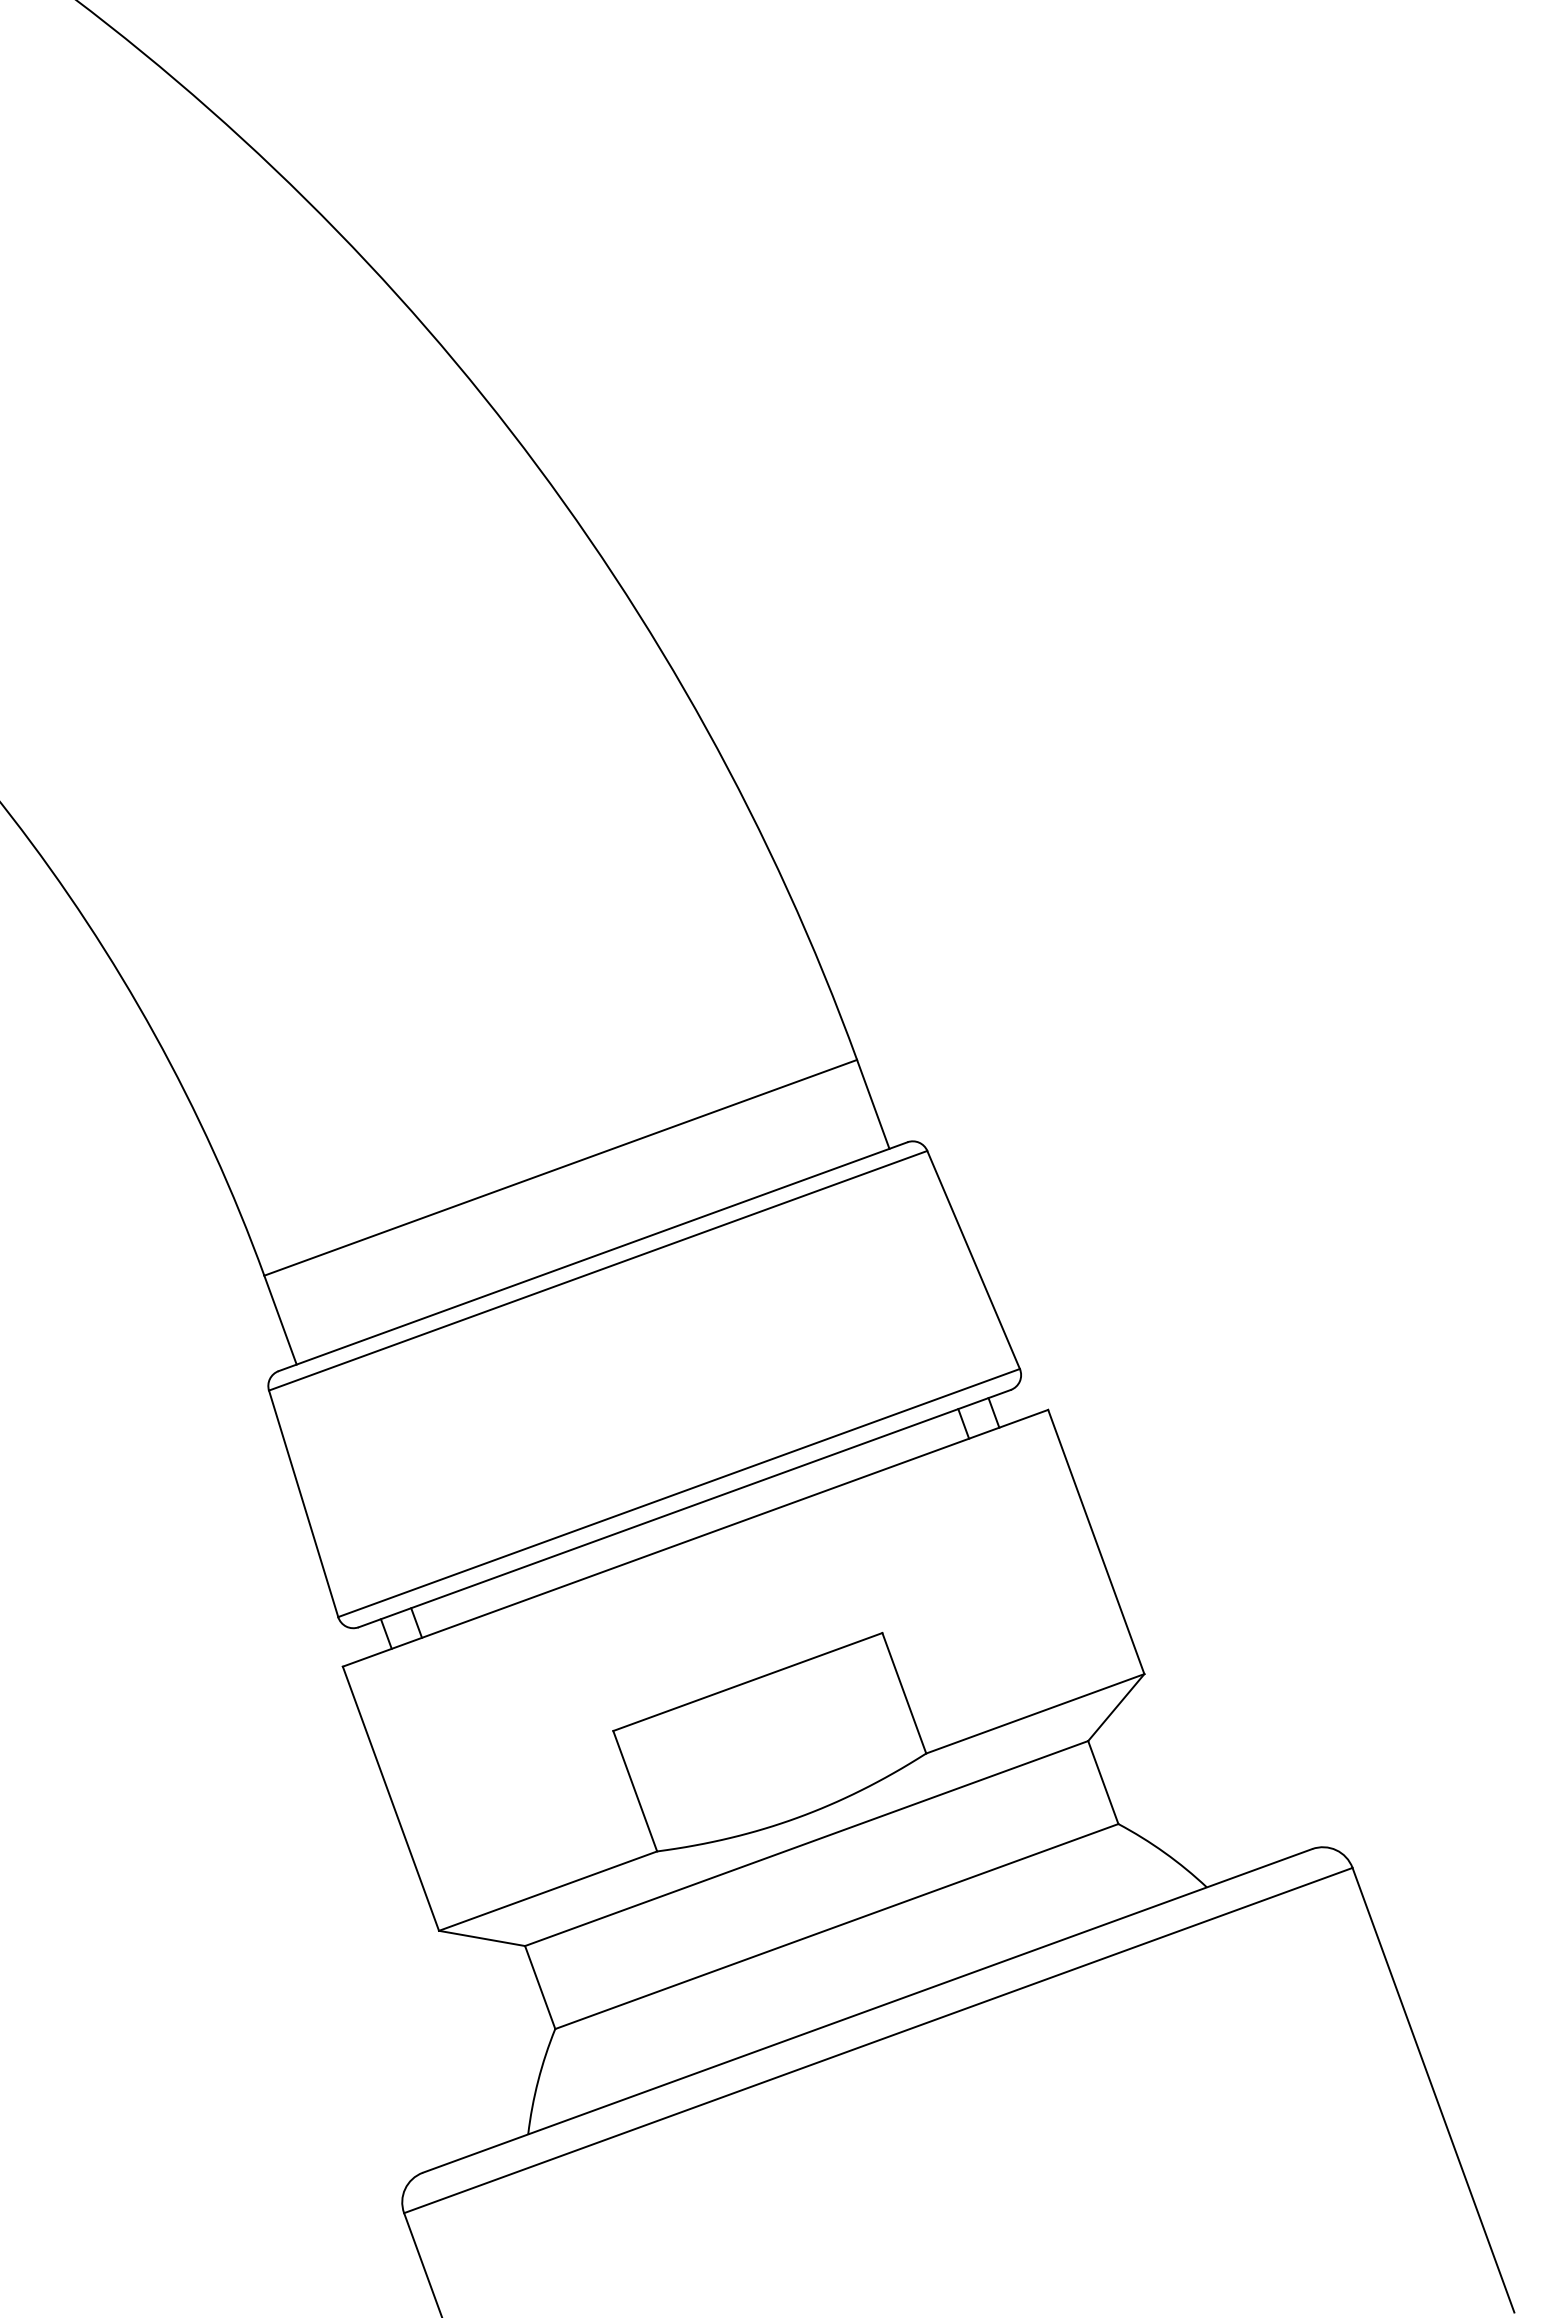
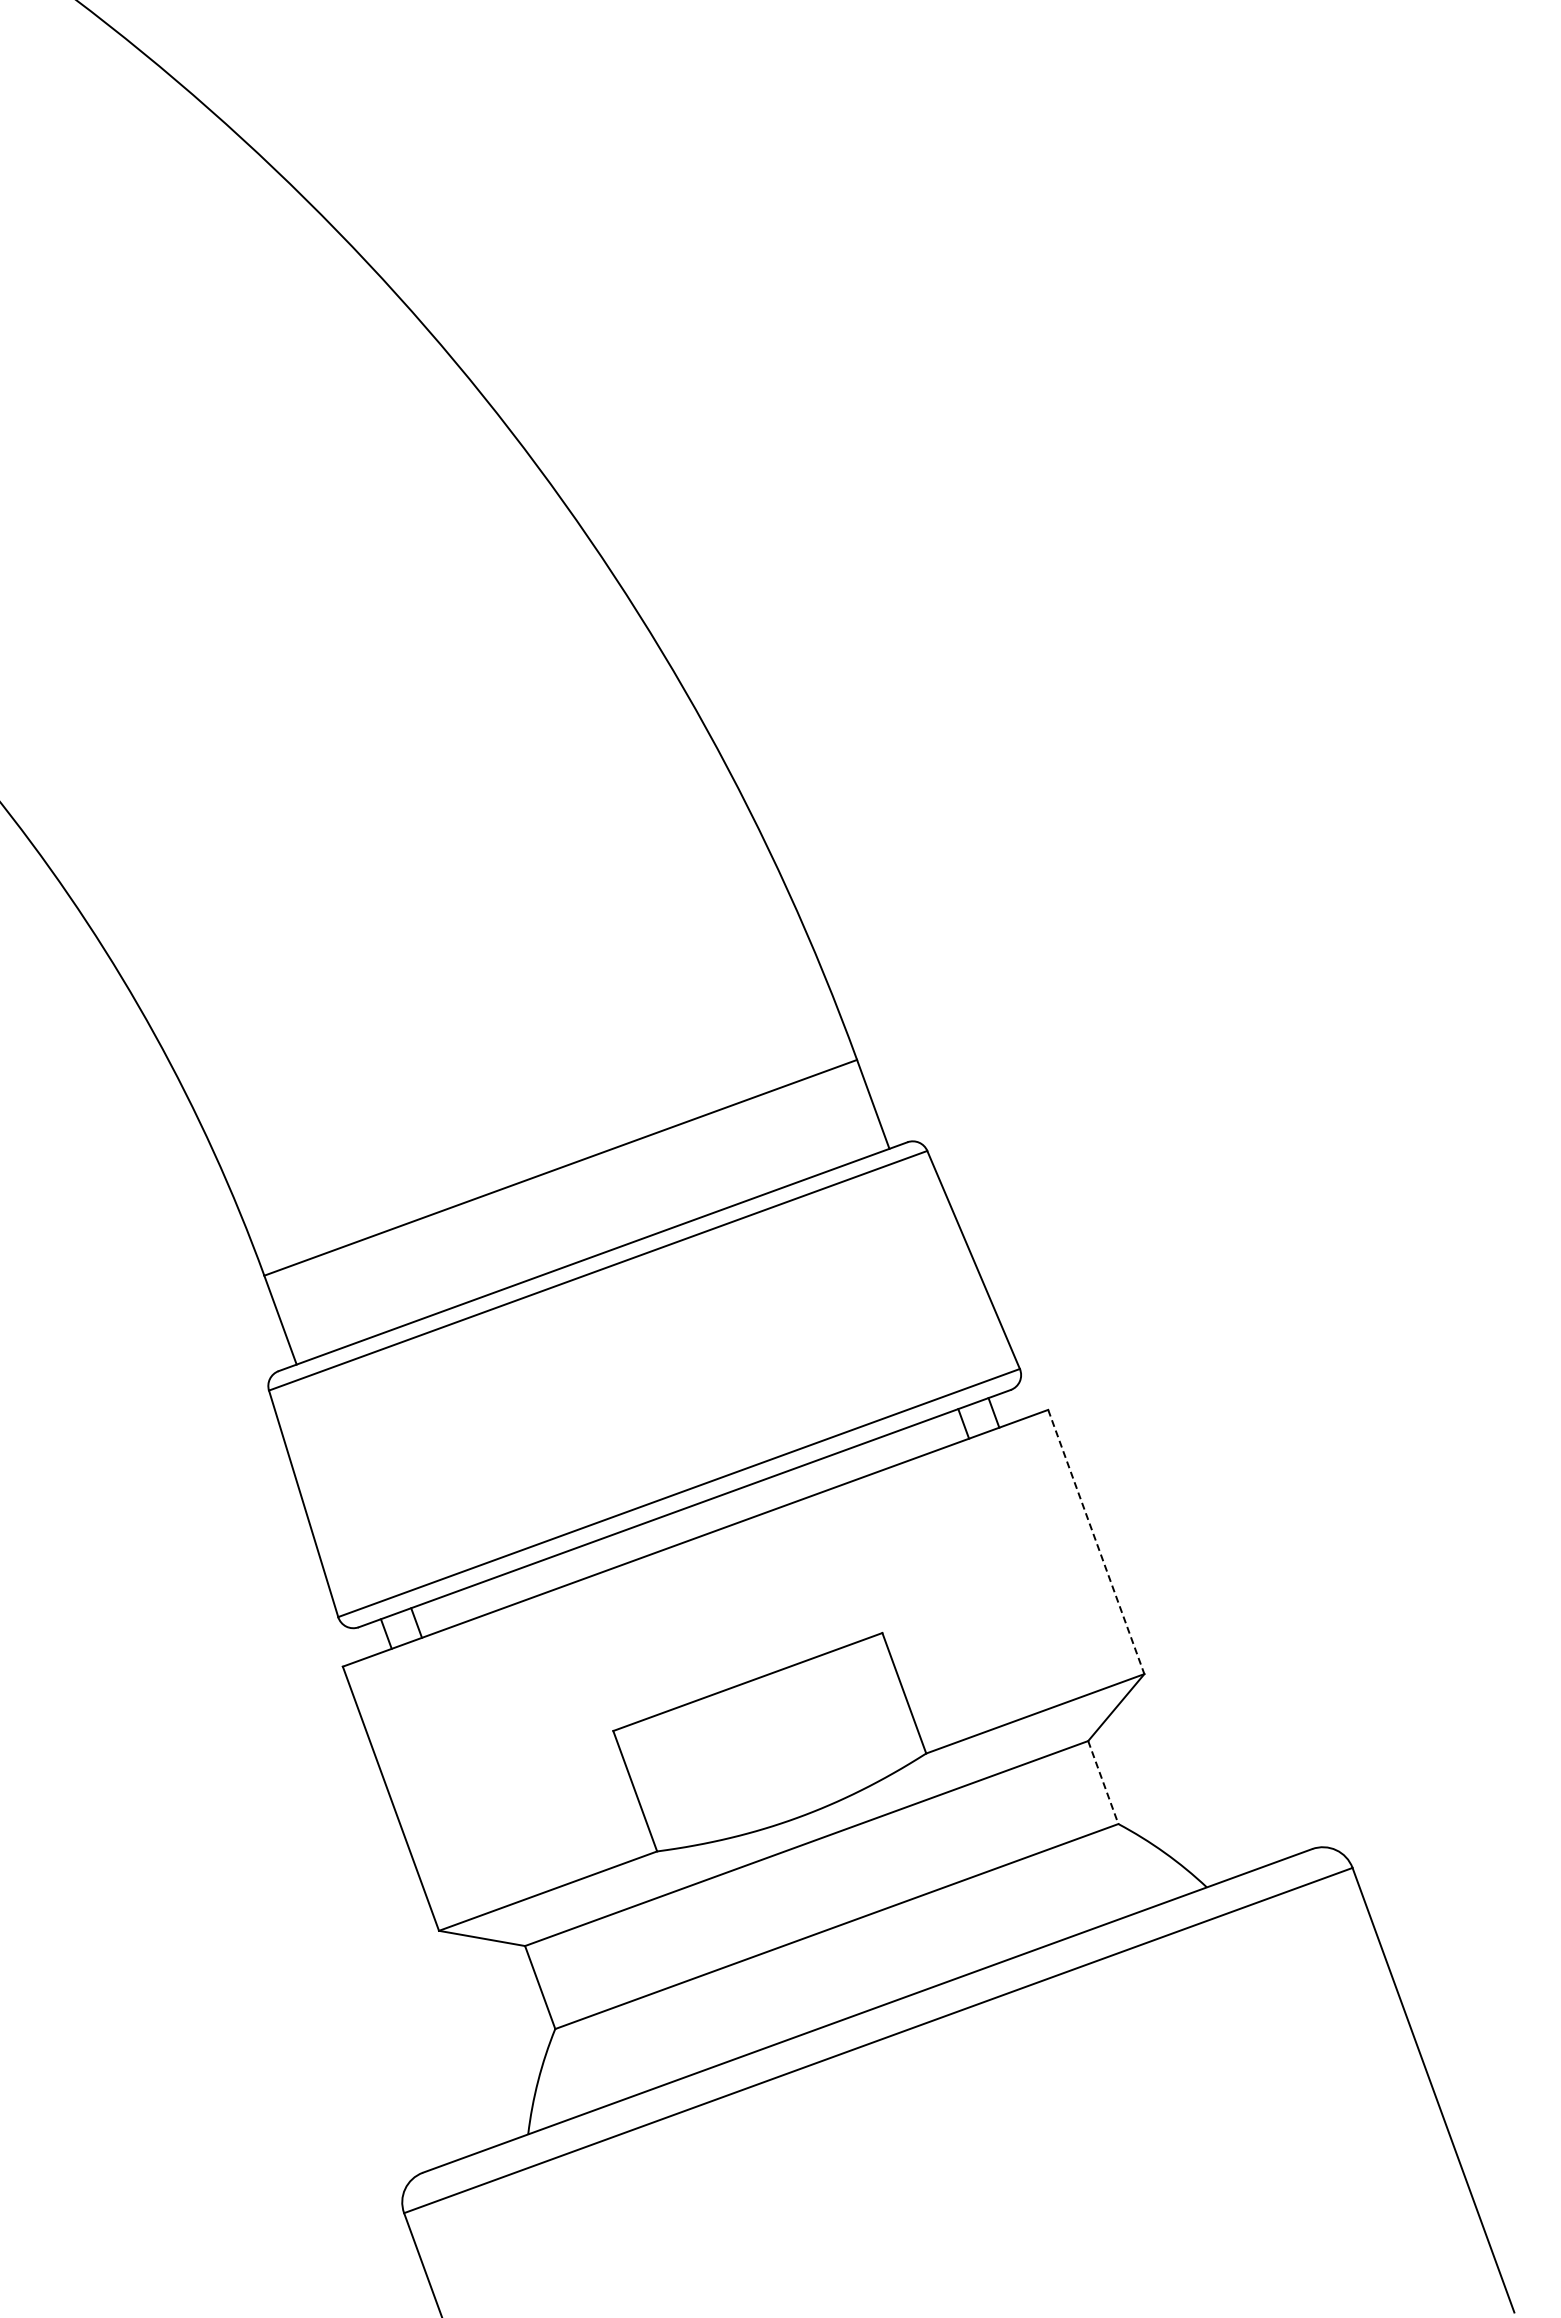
line at (1096, 1542): solid -> dashed
line at (1103, 1783): solid -> dashed
